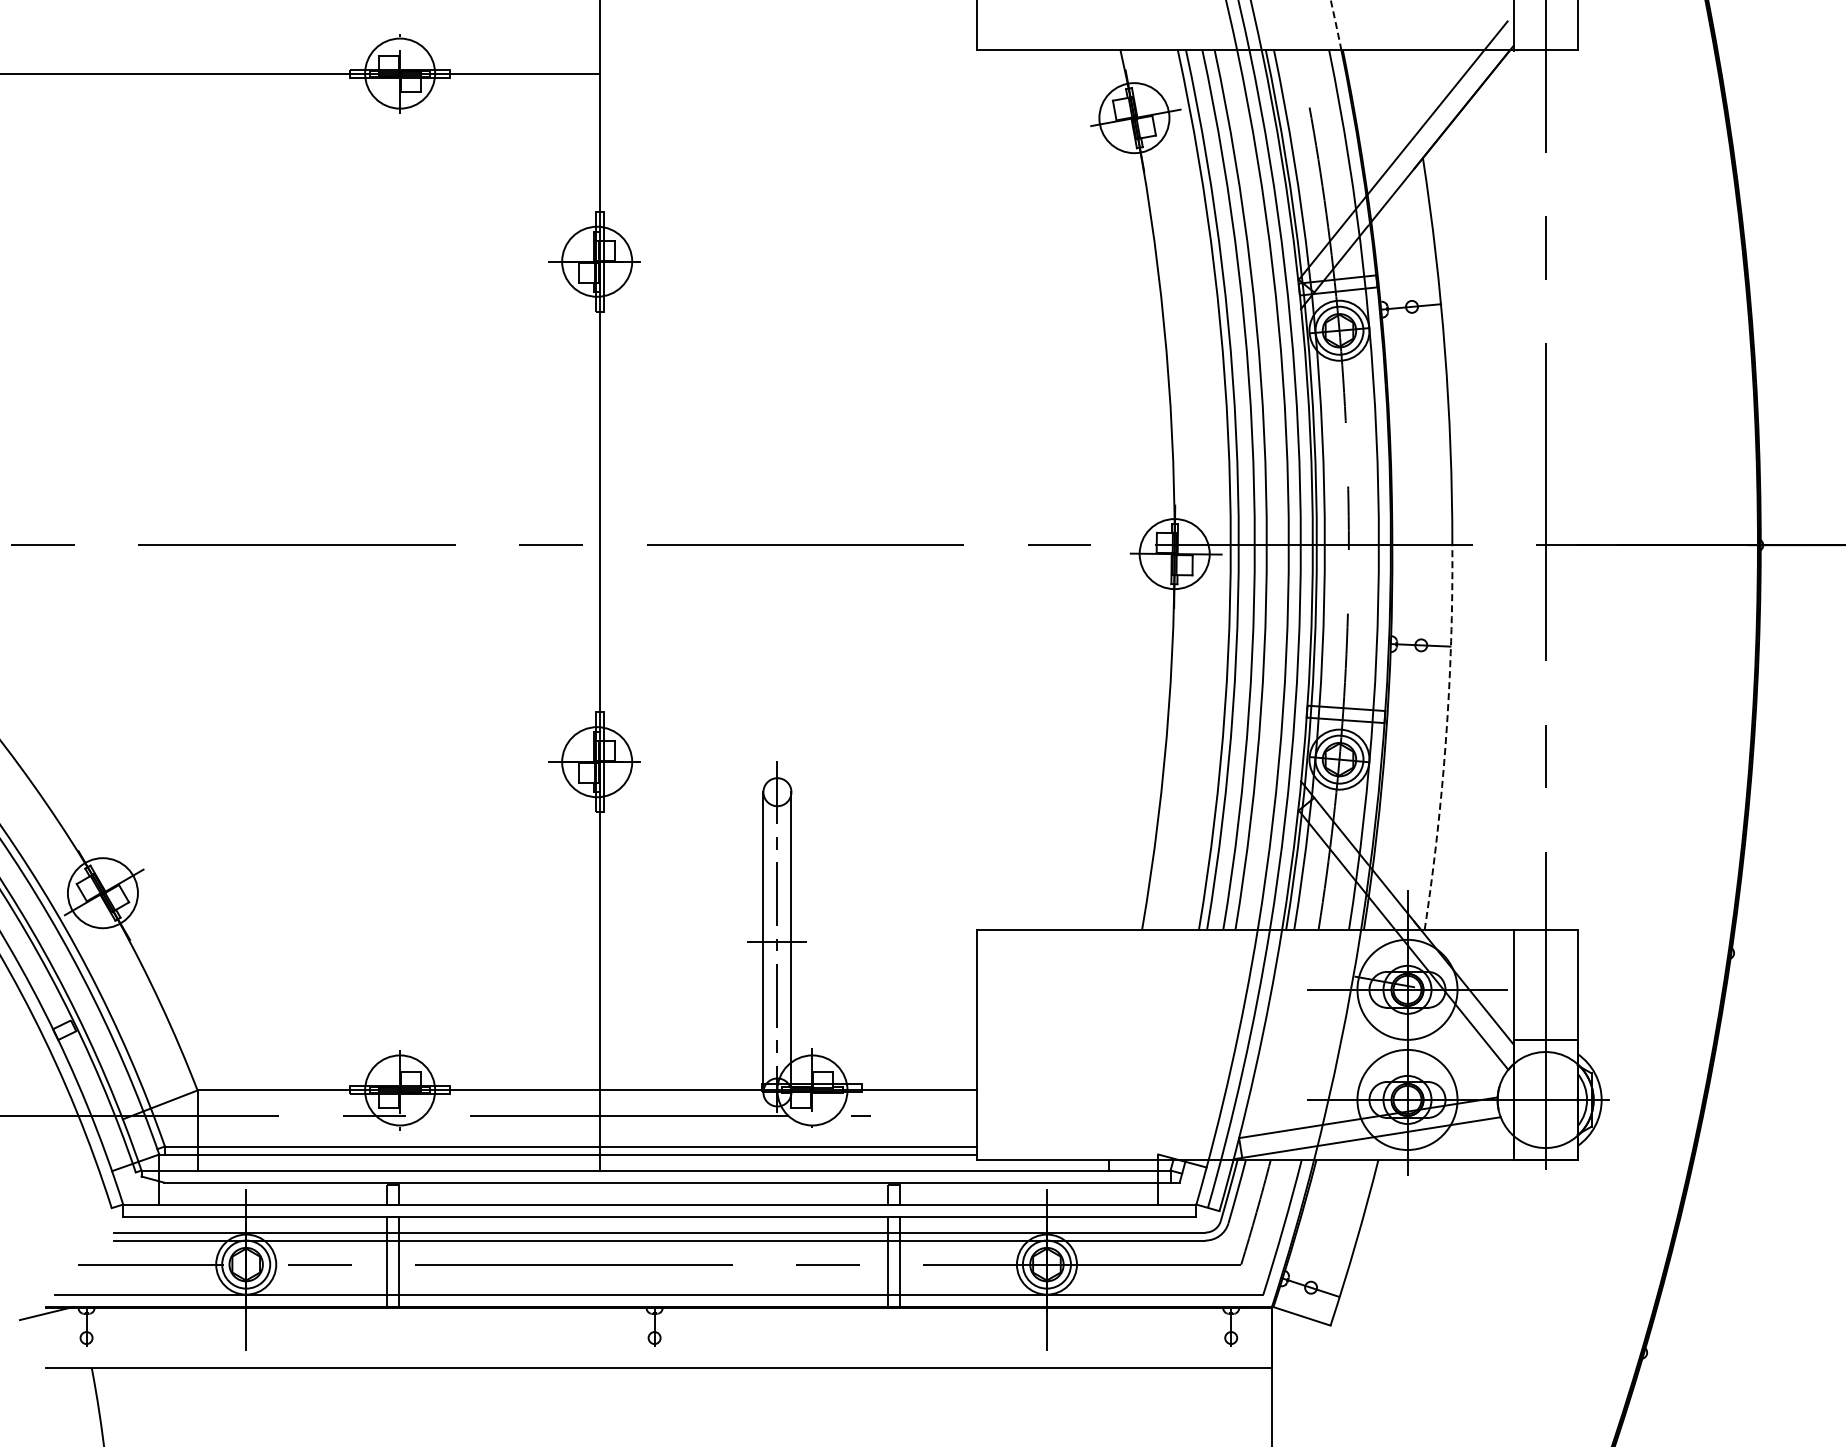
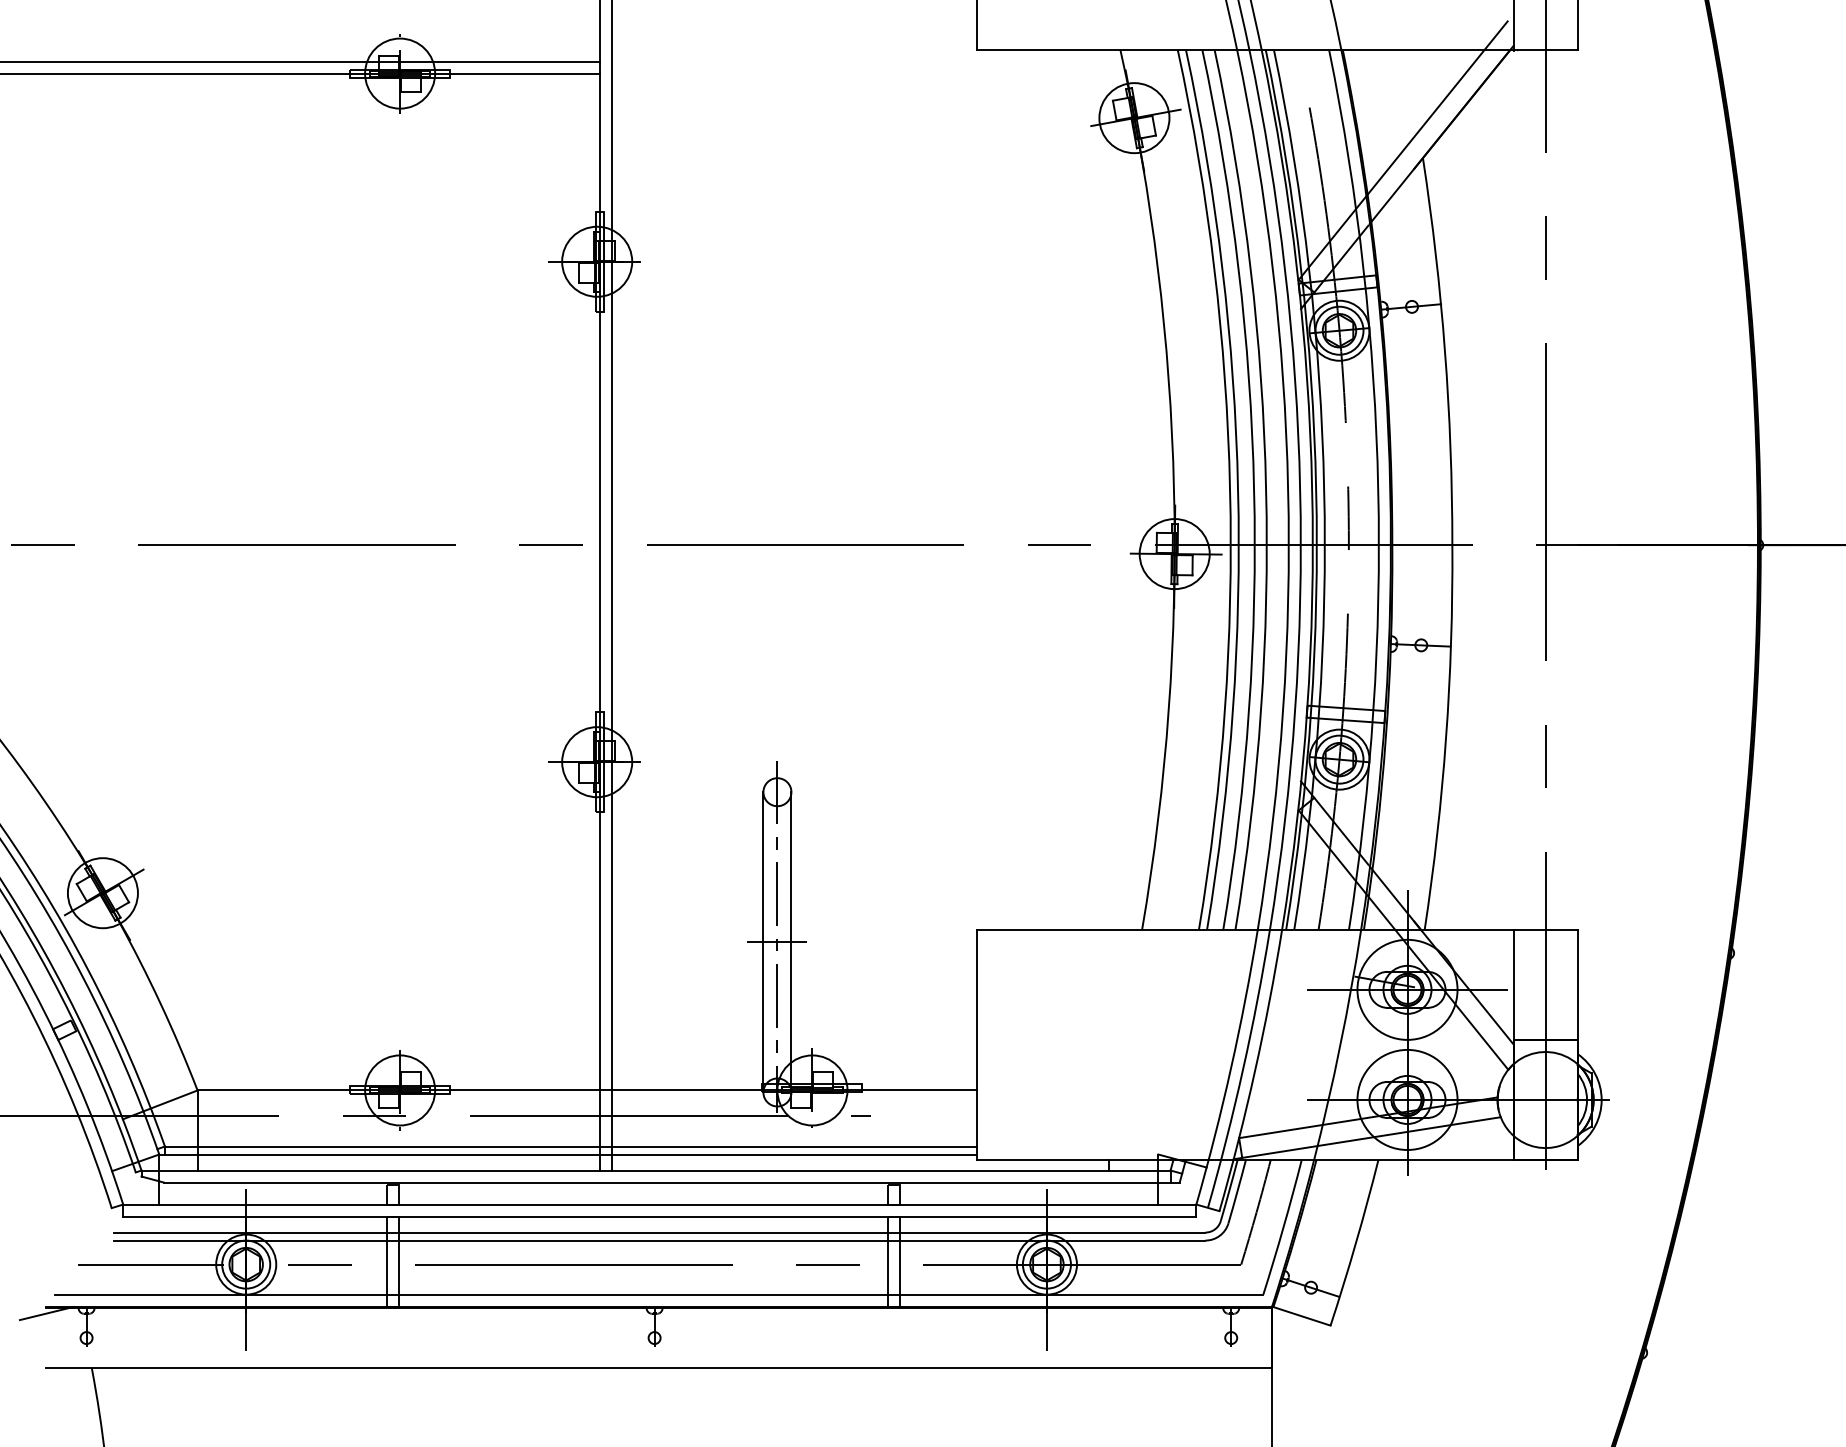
arc at (1336, 24): dashed -> solid
line at (301, 61): none -> present
line at (612, 586): none -> present
arc at (1446, 738): dashed -> solid
